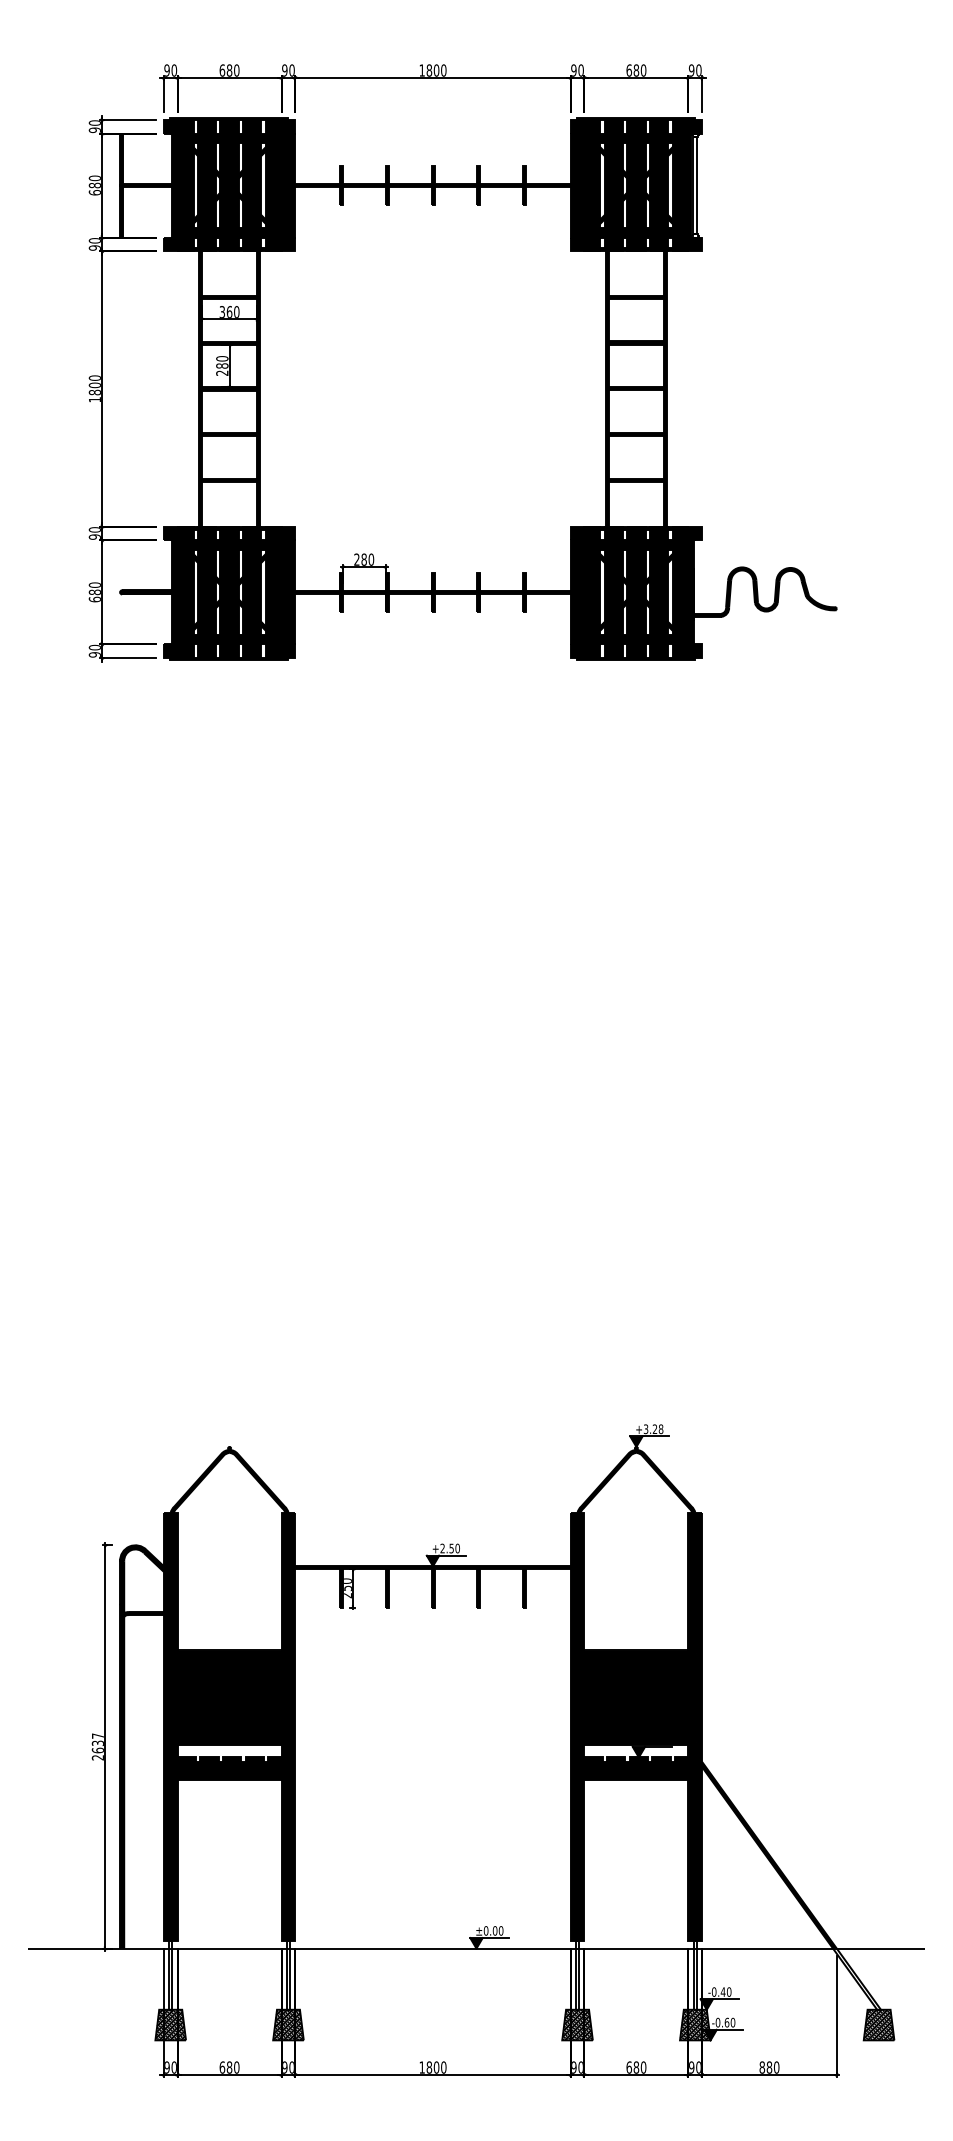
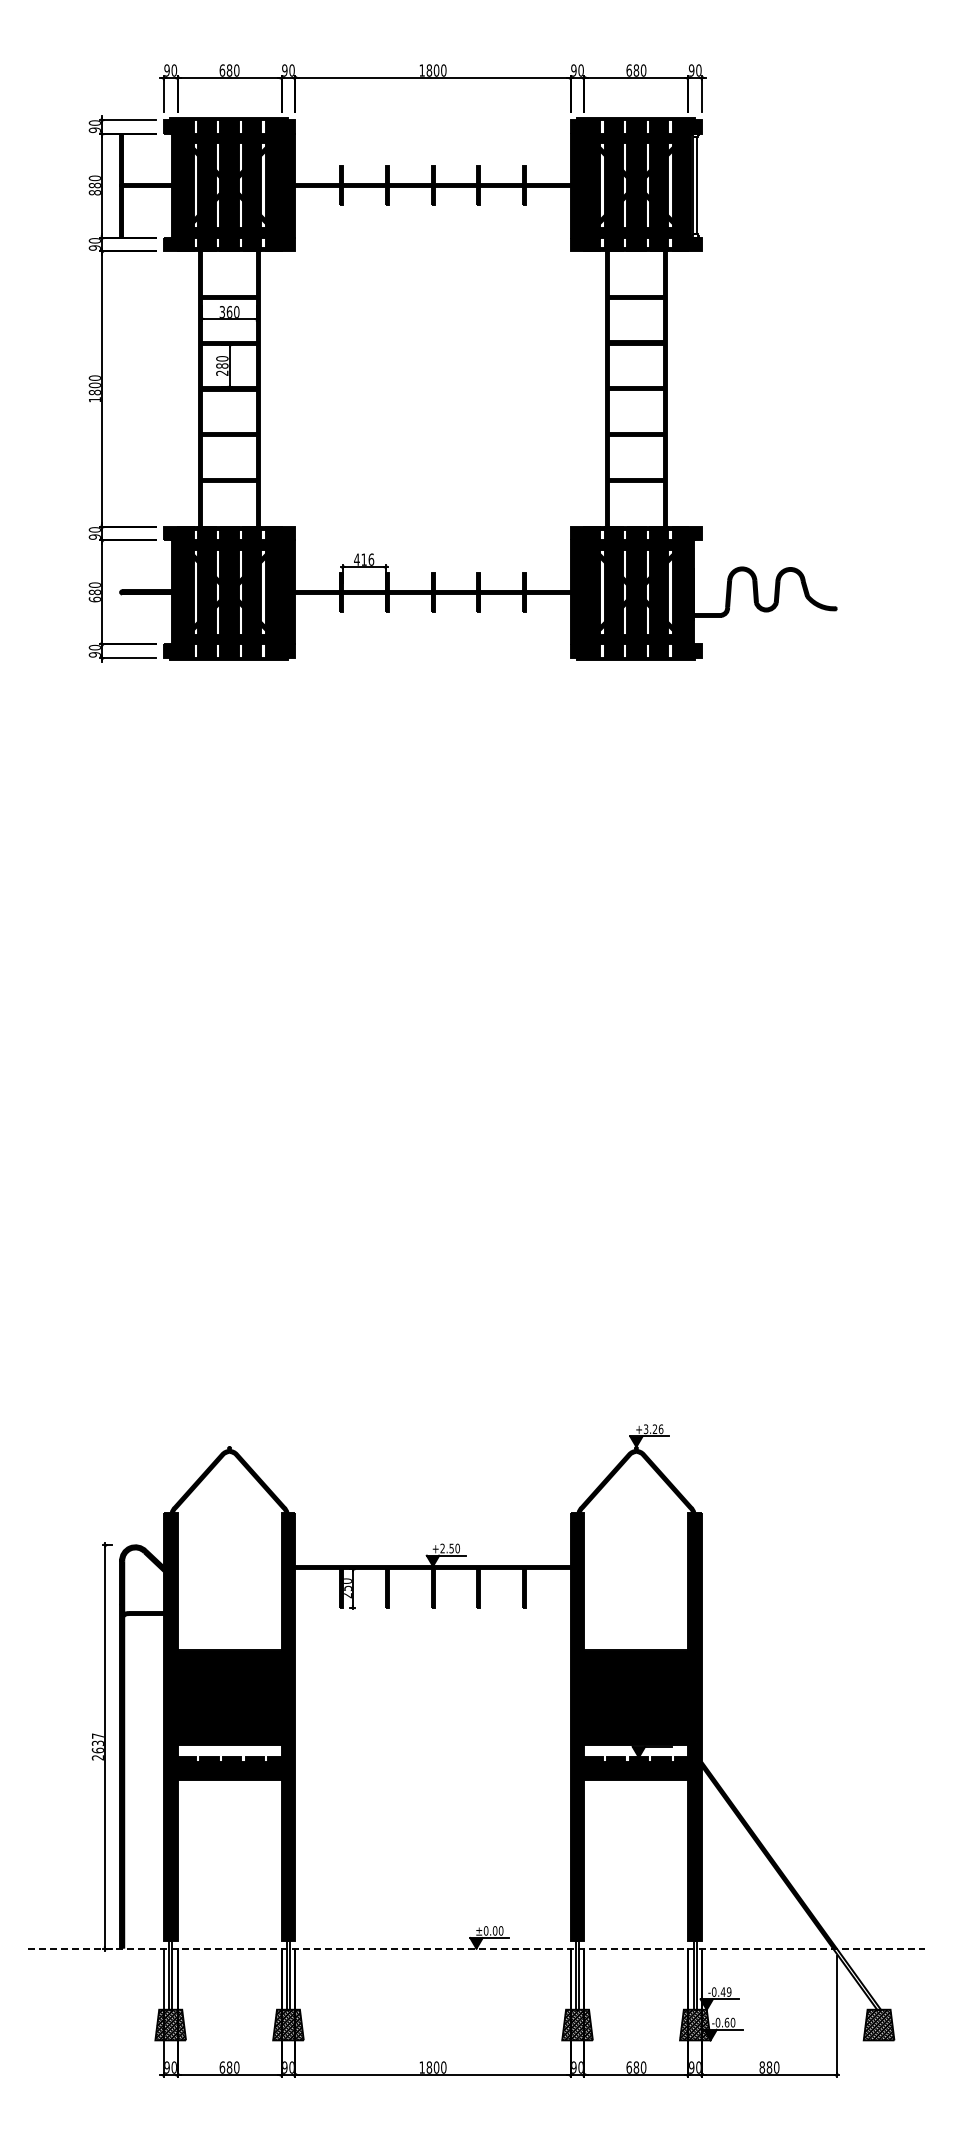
text at (94, 192): 680 -> 880
text at (364, 559): 280 -> 416
text at (660, 1428): +3.28 -> +3.26
line at (476, 1948): solid -> dashed
text at (728, 1992): -0.40 -> -0.49
